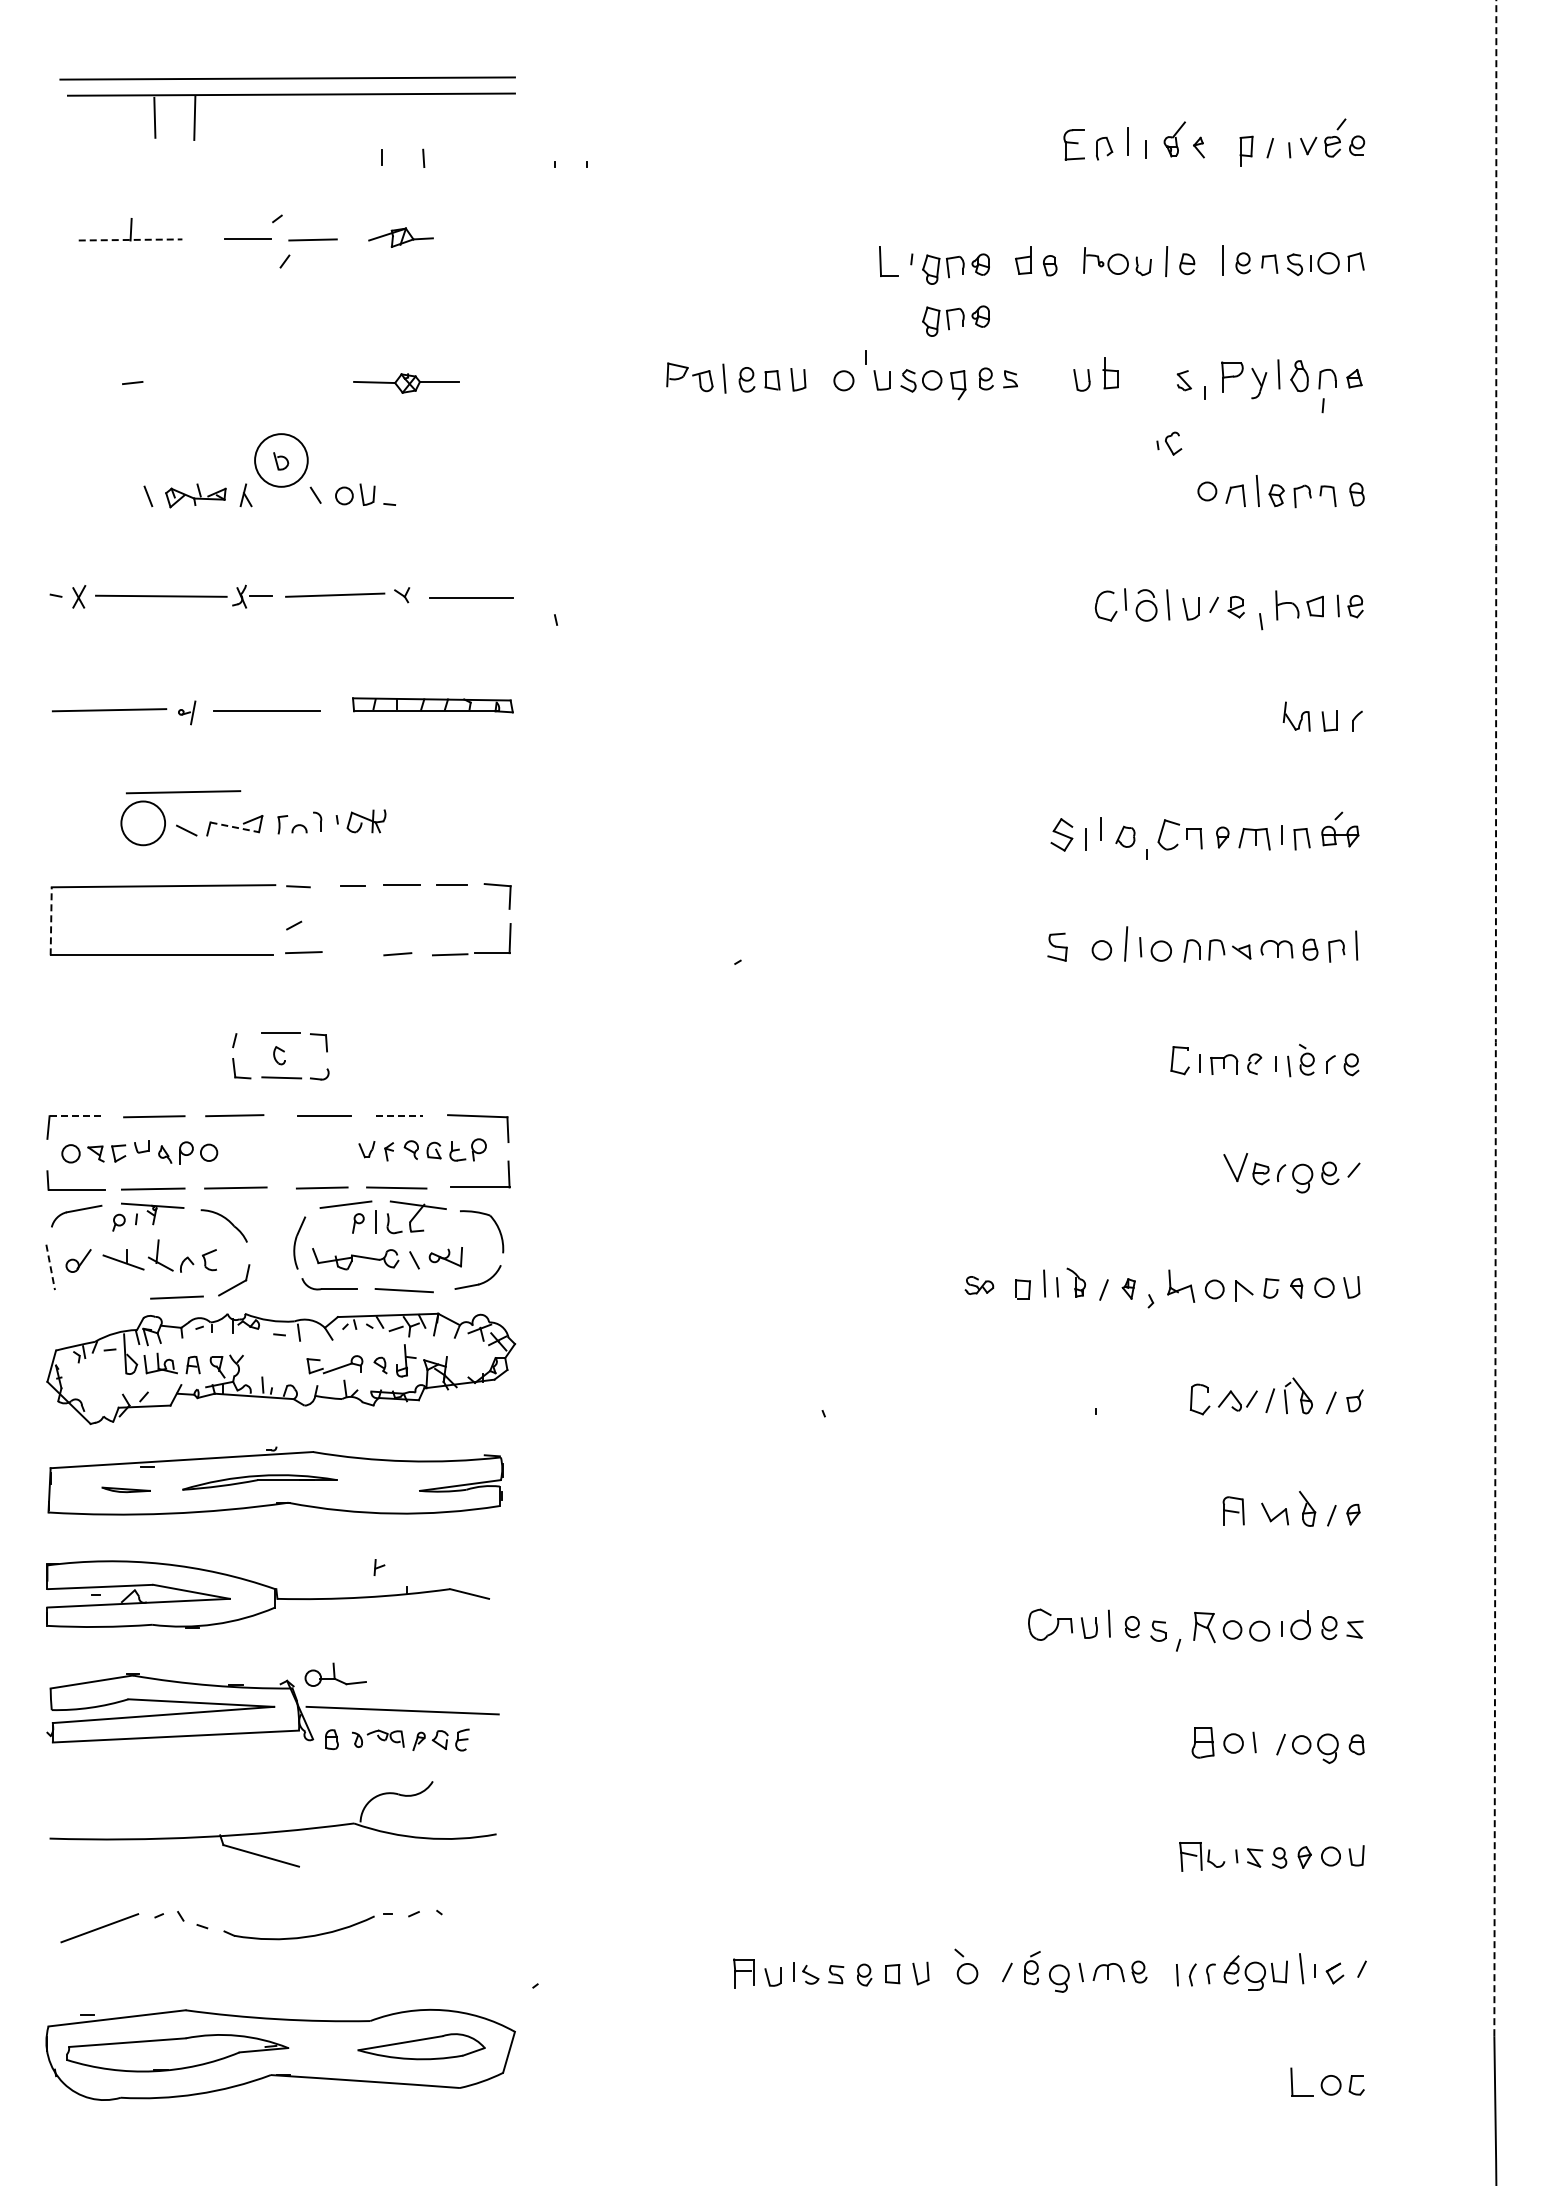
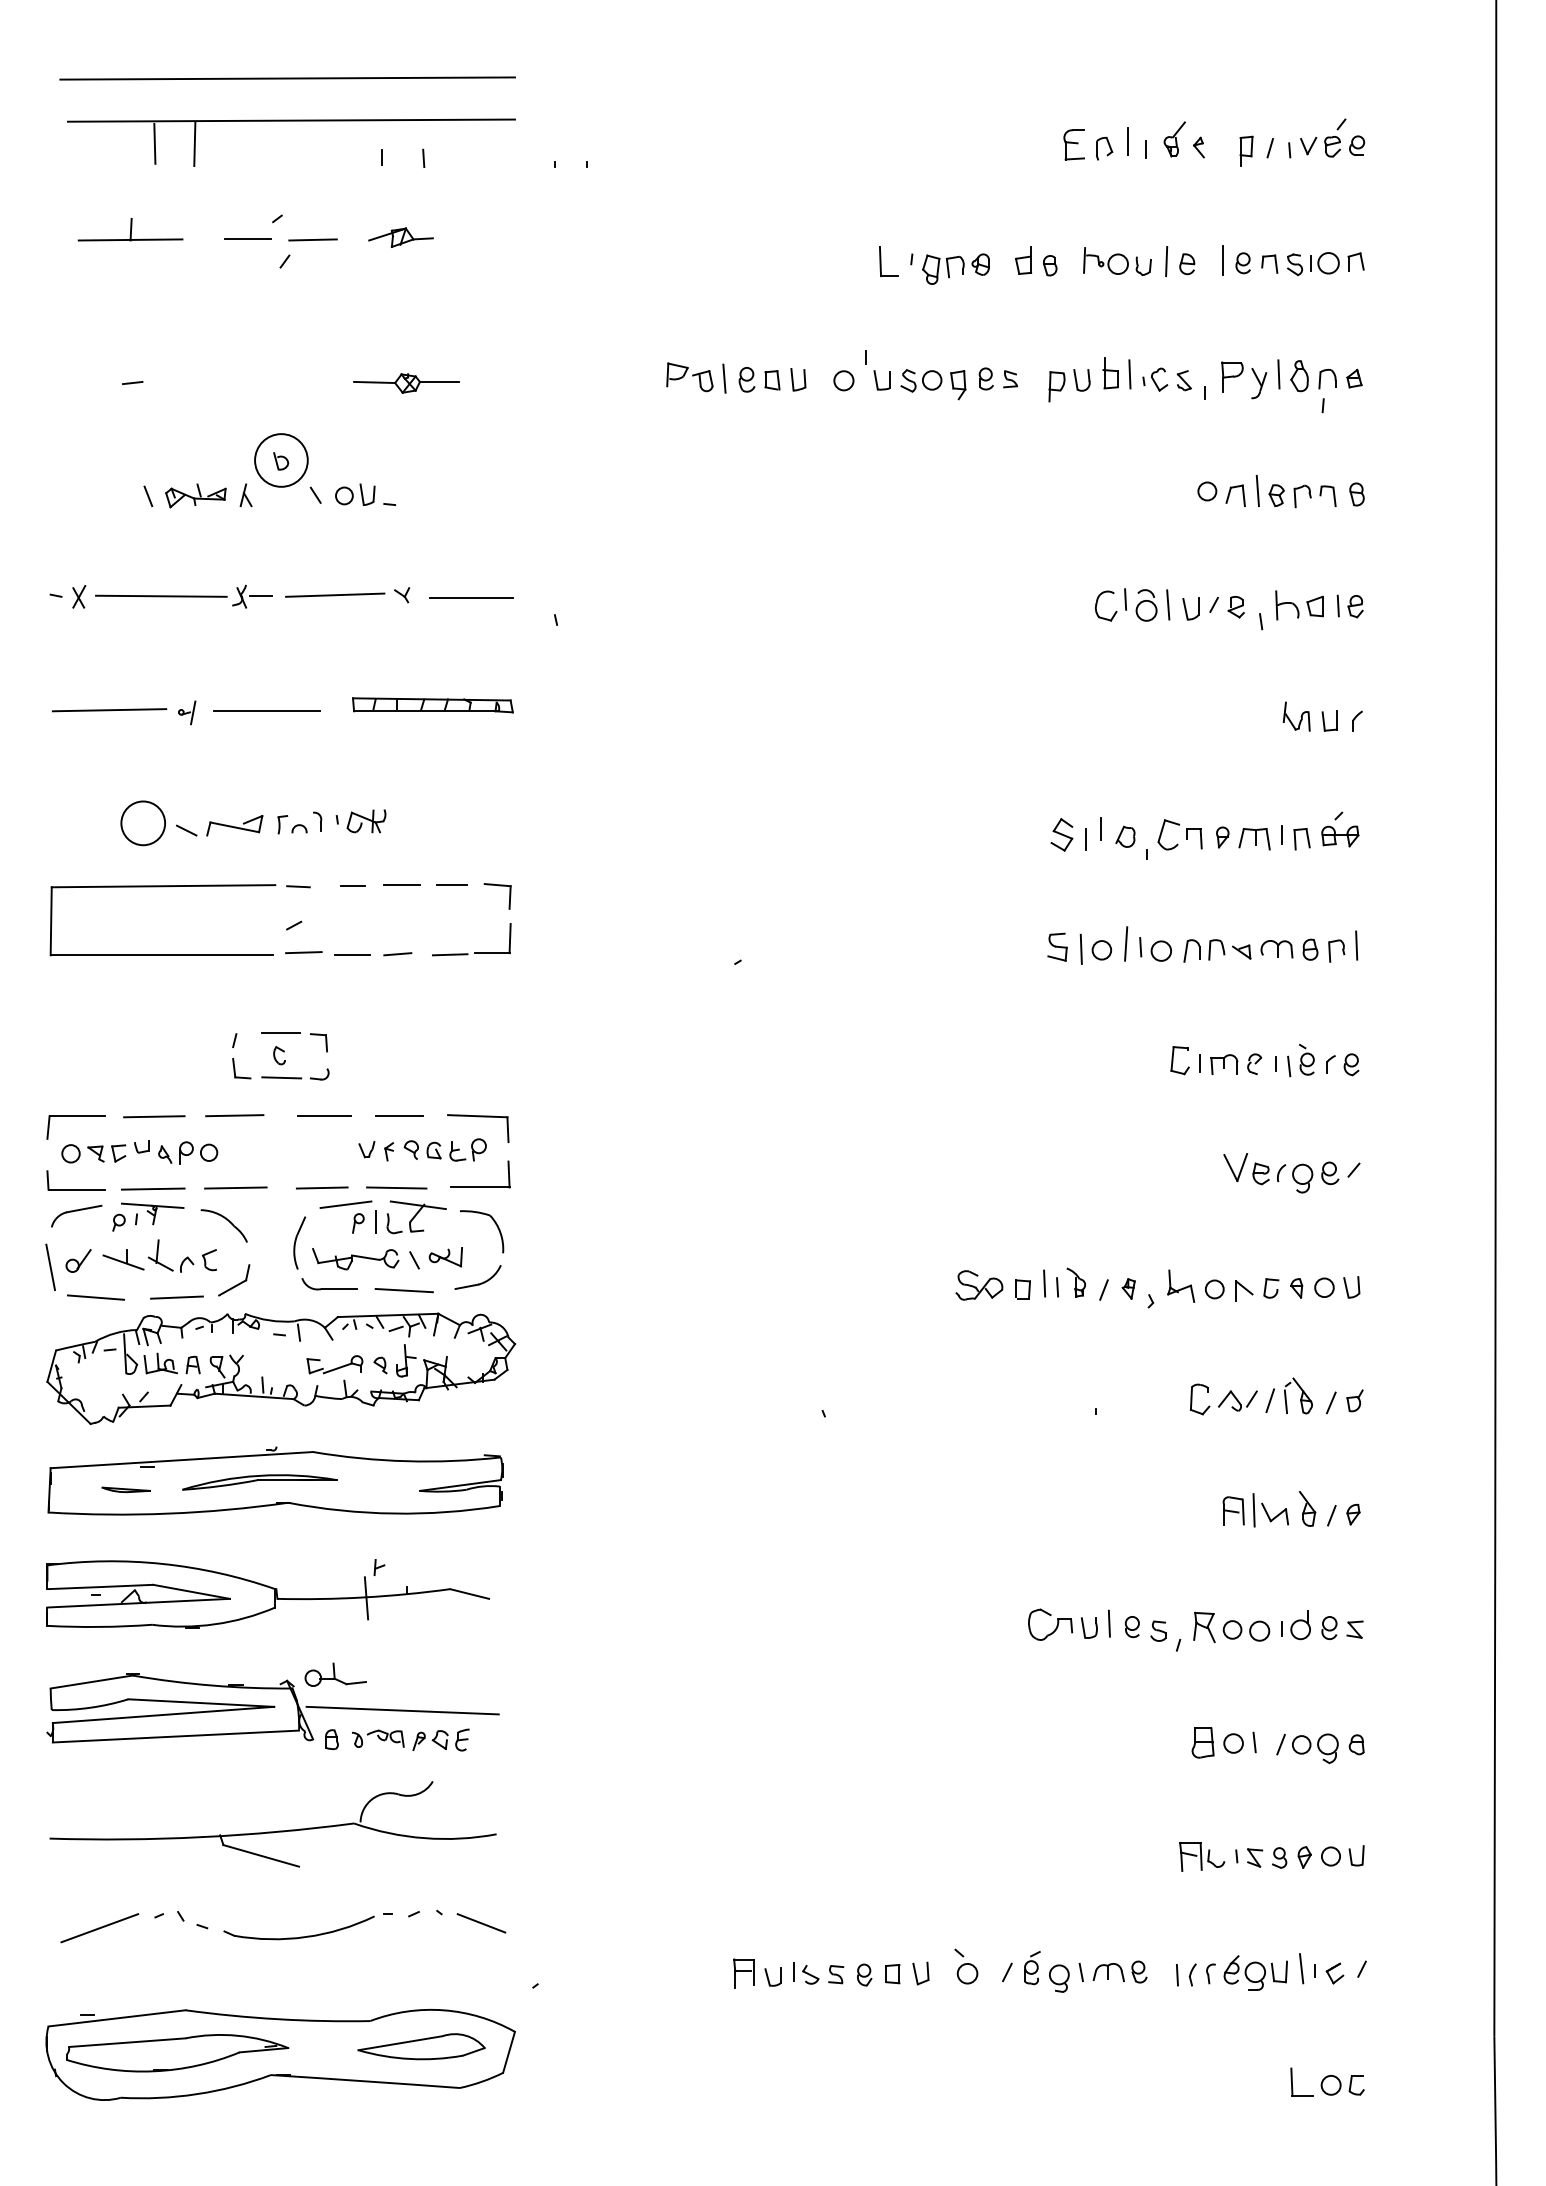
part at (291, 95) position: (291, 95) -> (291, 121)
line at (130, 239): dashed -> solid
part at (949, 321): present -> none
line at (1129, 374): none -> present
part at (1056, 386): none -> present
part at (1169, 443) position: (1169, 443) -> (1155, 379)
line at (183, 792): present -> none
line at (234, 827): dashed -> solid
line at (51, 920): dashed -> solid
line at (1080, 948): none -> present
line at (352, 955): none -> present
arc at (1495, 1018): dashed -> solid
line at (77, 1116): dashed -> solid
line at (399, 1116): dashed -> solid
line at (50, 1267): dashed -> solid
part at (979, 1285) size: 31x19 px -> 49x31 px
line at (95, 1297): none -> present
line at (1253, 1510): none -> present
line at (366, 1598): none -> present
line at (481, 1923): none -> present
